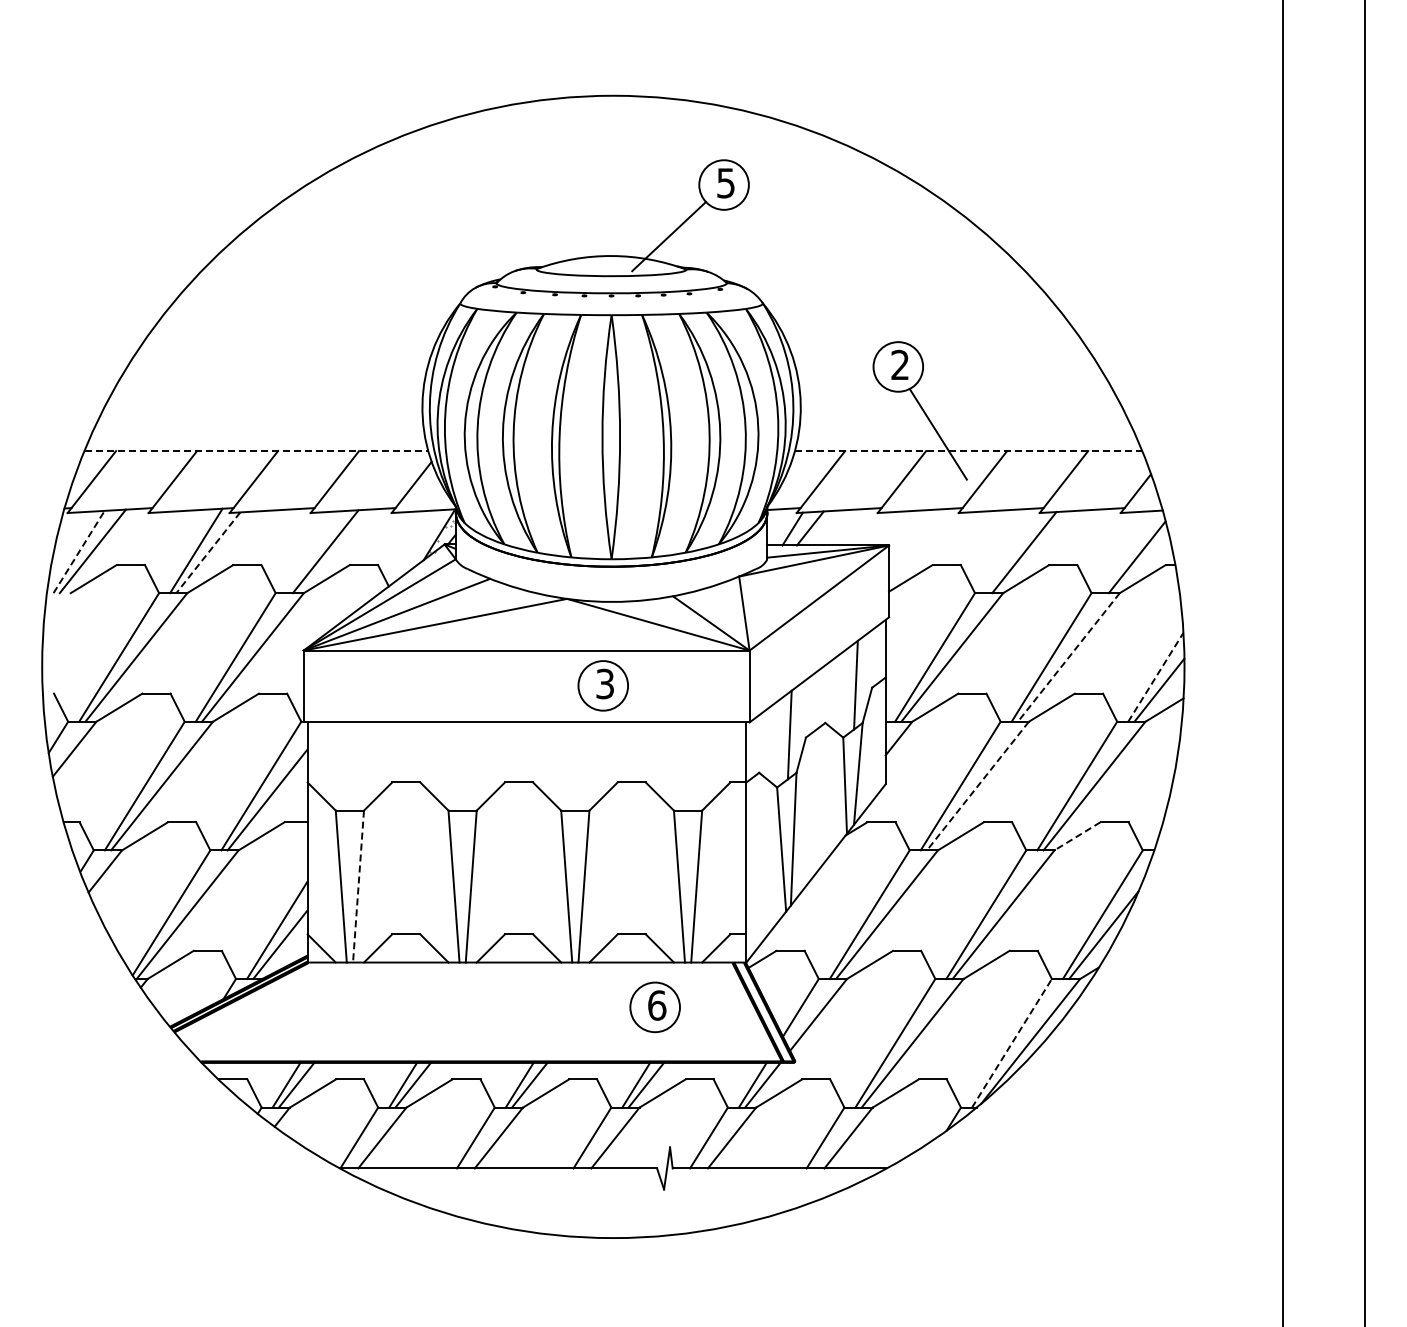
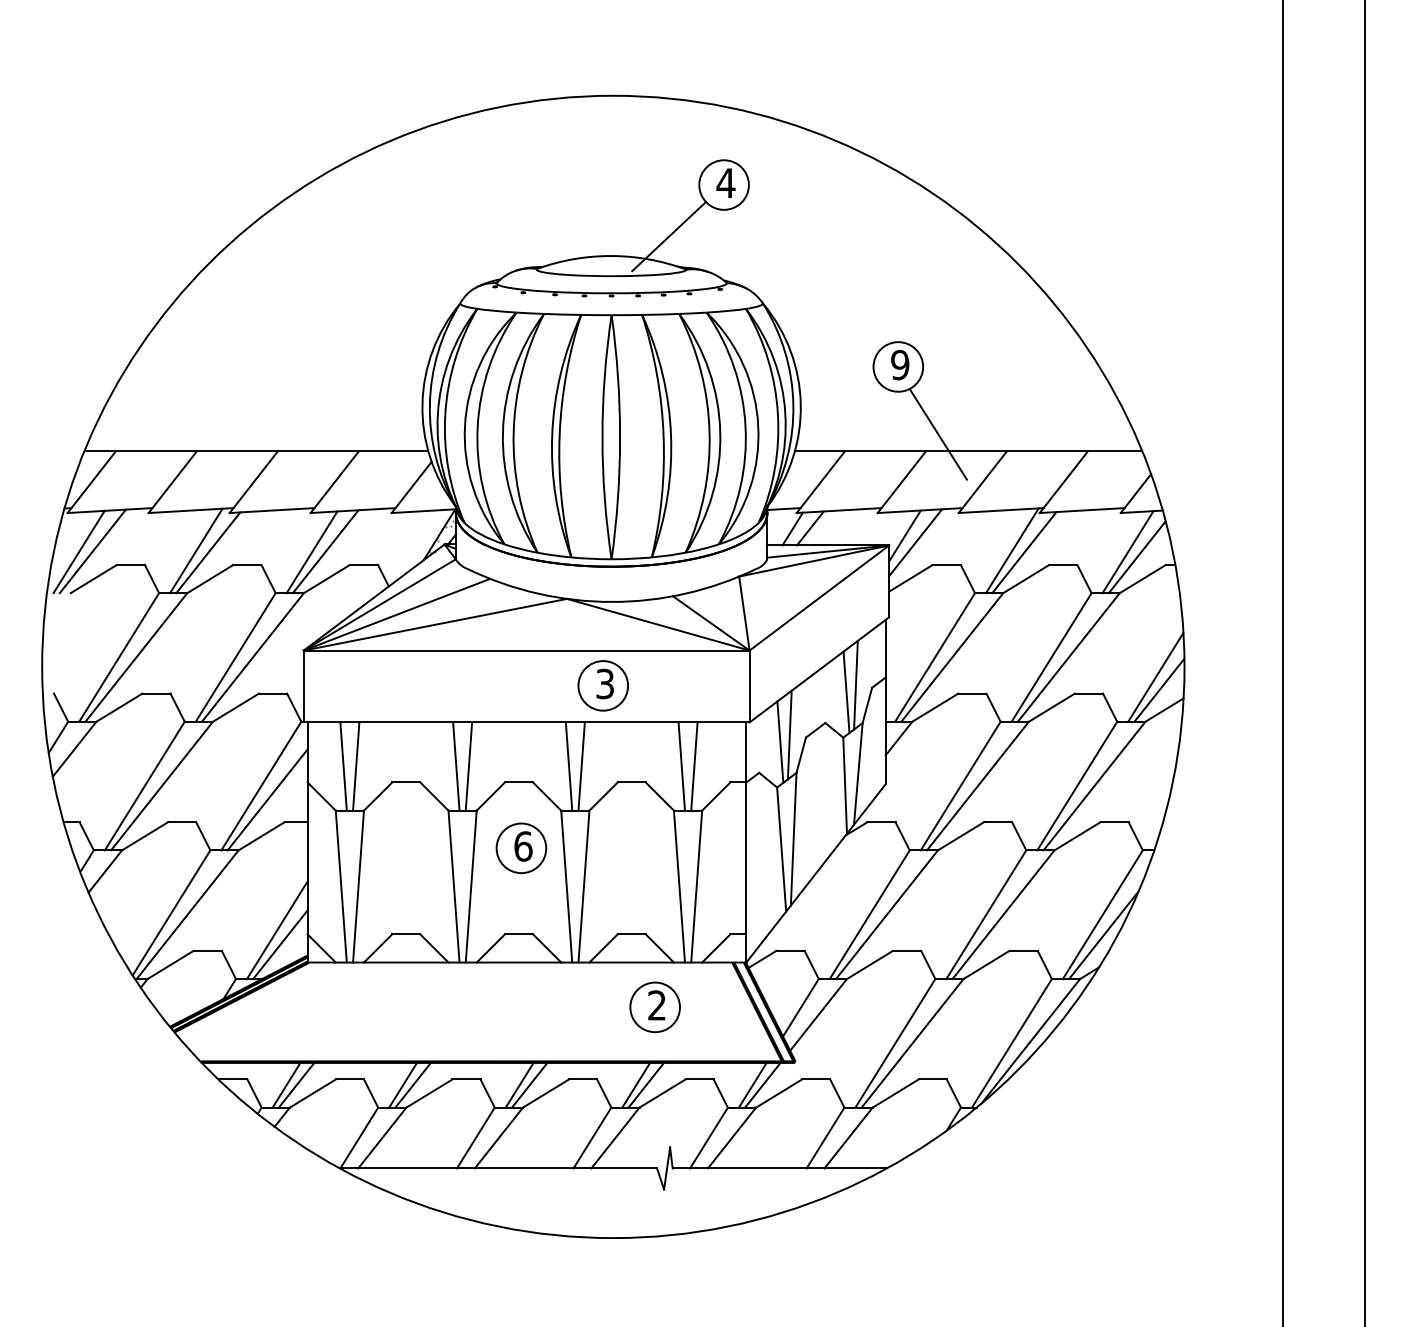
text at (725, 183): 5 -> 4
text at (900, 365): 2 -> 9
line at (256, 451): dashed -> solid
line at (968, 451): dashed -> solid
line at (904, 535): none -> present
line at (915, 542): none -> present
line at (1012, 550): none -> present
line at (79, 551): dashed -> solid
line at (208, 552): dashed -> solid
line at (311, 552): none -> present
line at (1127, 552): none -> present
line at (1068, 657): dashed -> solid
line at (1156, 676): dashed -> solid
line at (846, 691): none -> present
line at (780, 741): none -> present
line at (343, 766): none -> present
line at (356, 766): none -> present
line at (456, 766): none -> present
line at (468, 766): none -> present
line at (568, 766): none -> present
line at (581, 766): none -> present
line at (681, 766): none -> present
line at (694, 766): none -> present
line at (977, 786): dashed -> solid
line at (1077, 836): dashed -> solid
part at (521, 847): none -> present
line at (358, 887): dashed -> solid
text at (657, 1005): 6 -> 2
line at (1011, 1043): dashed -> solid
